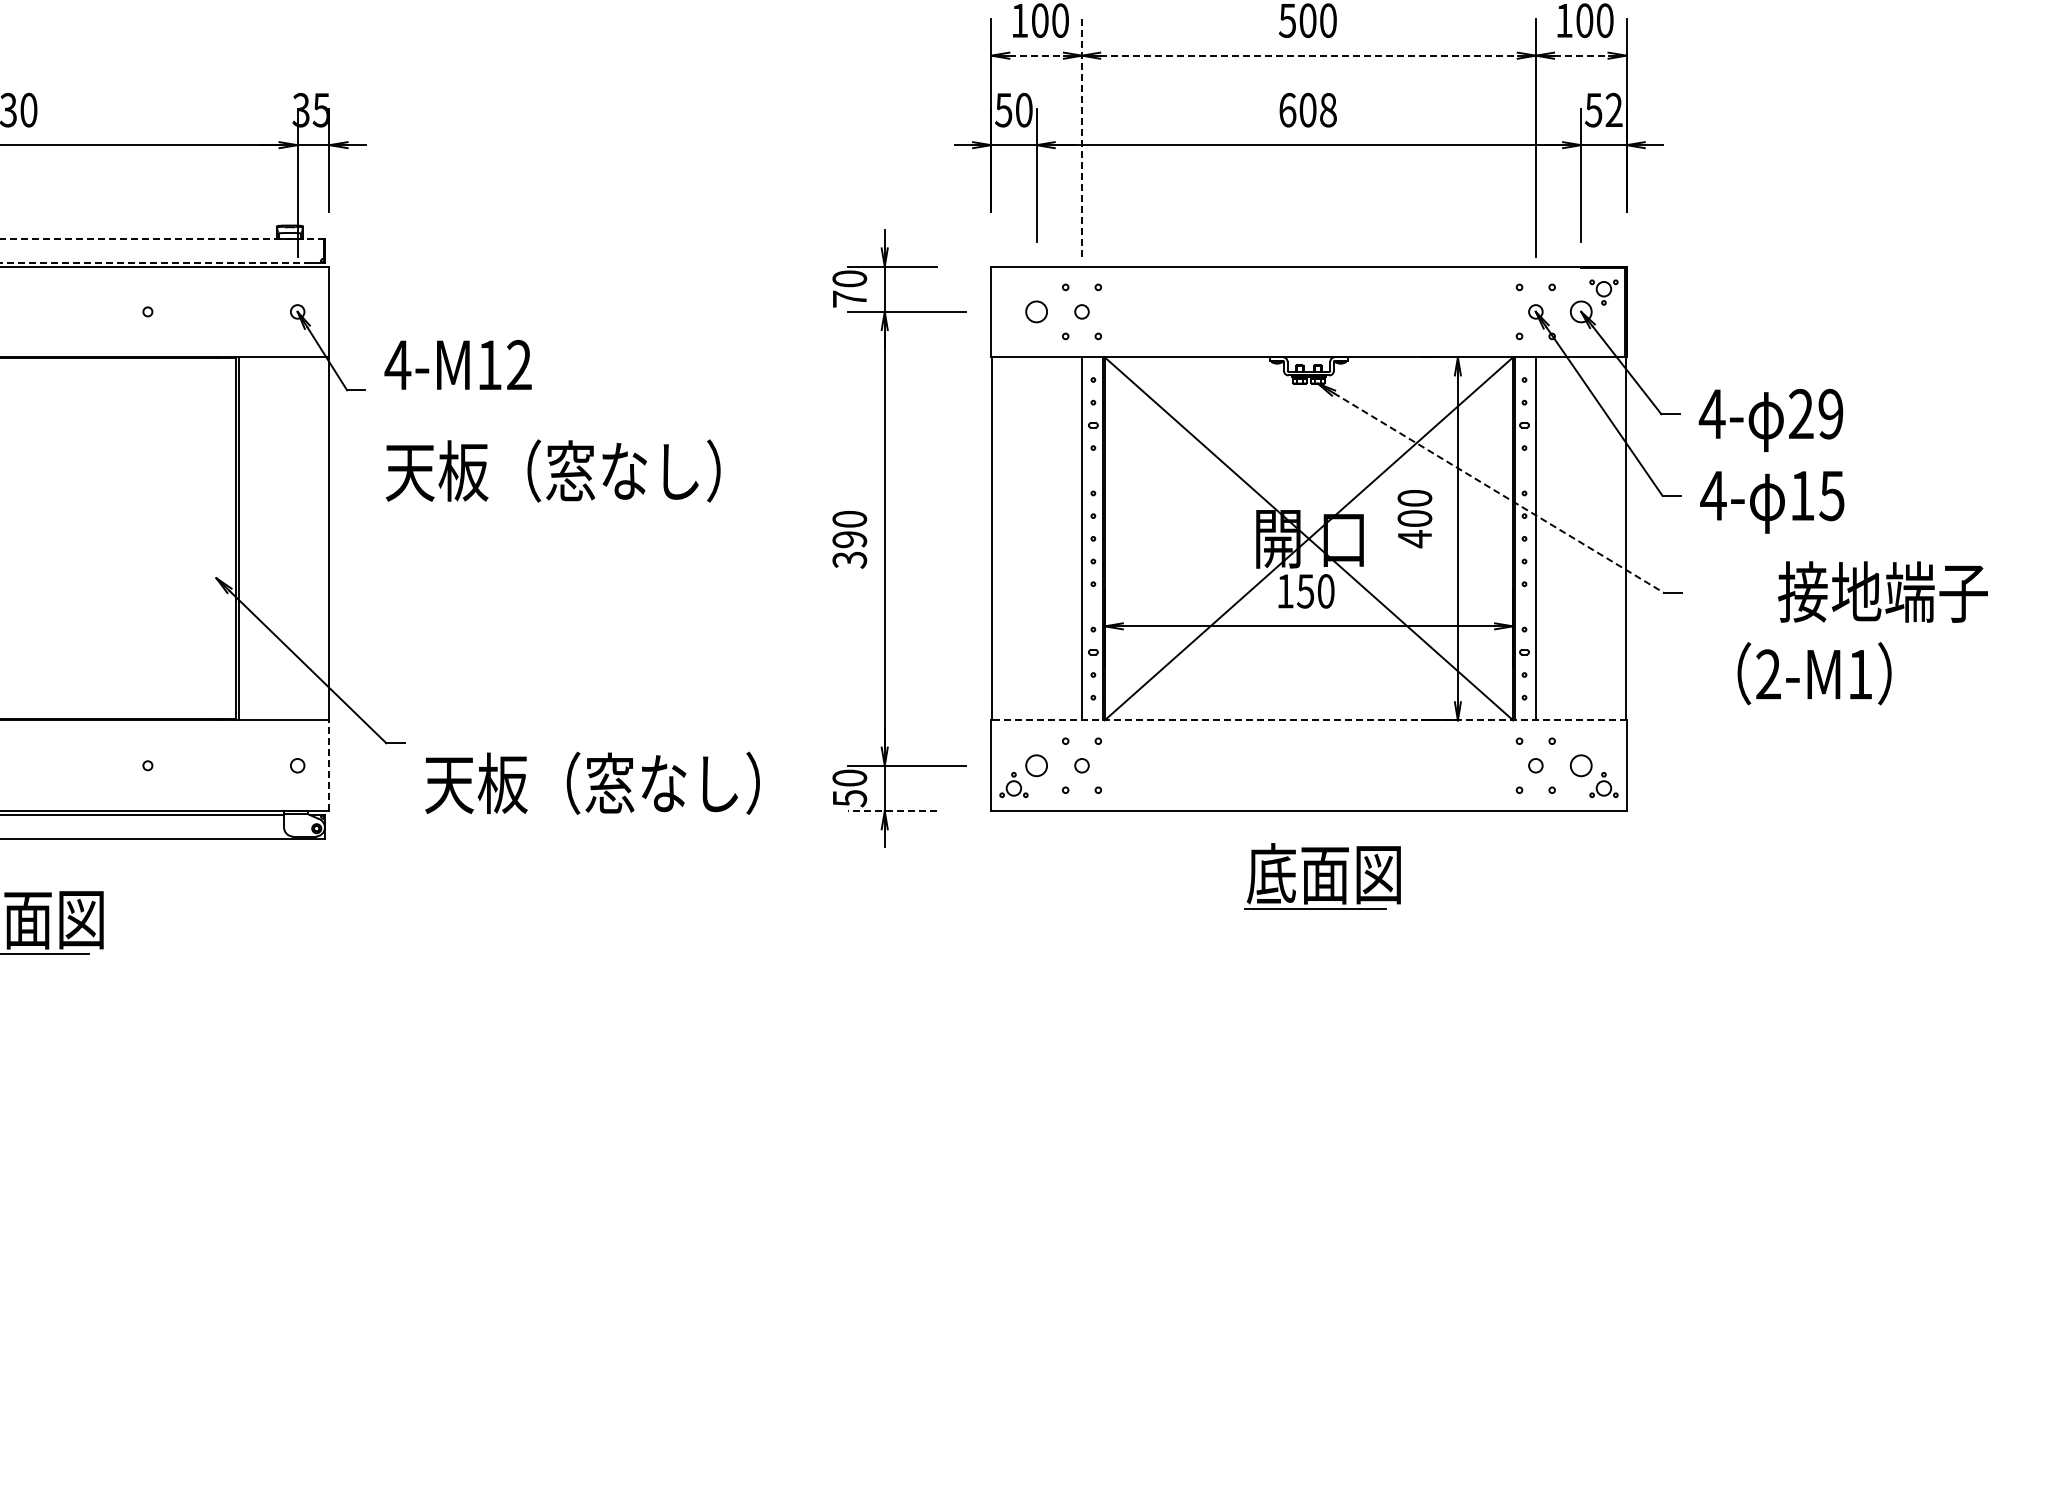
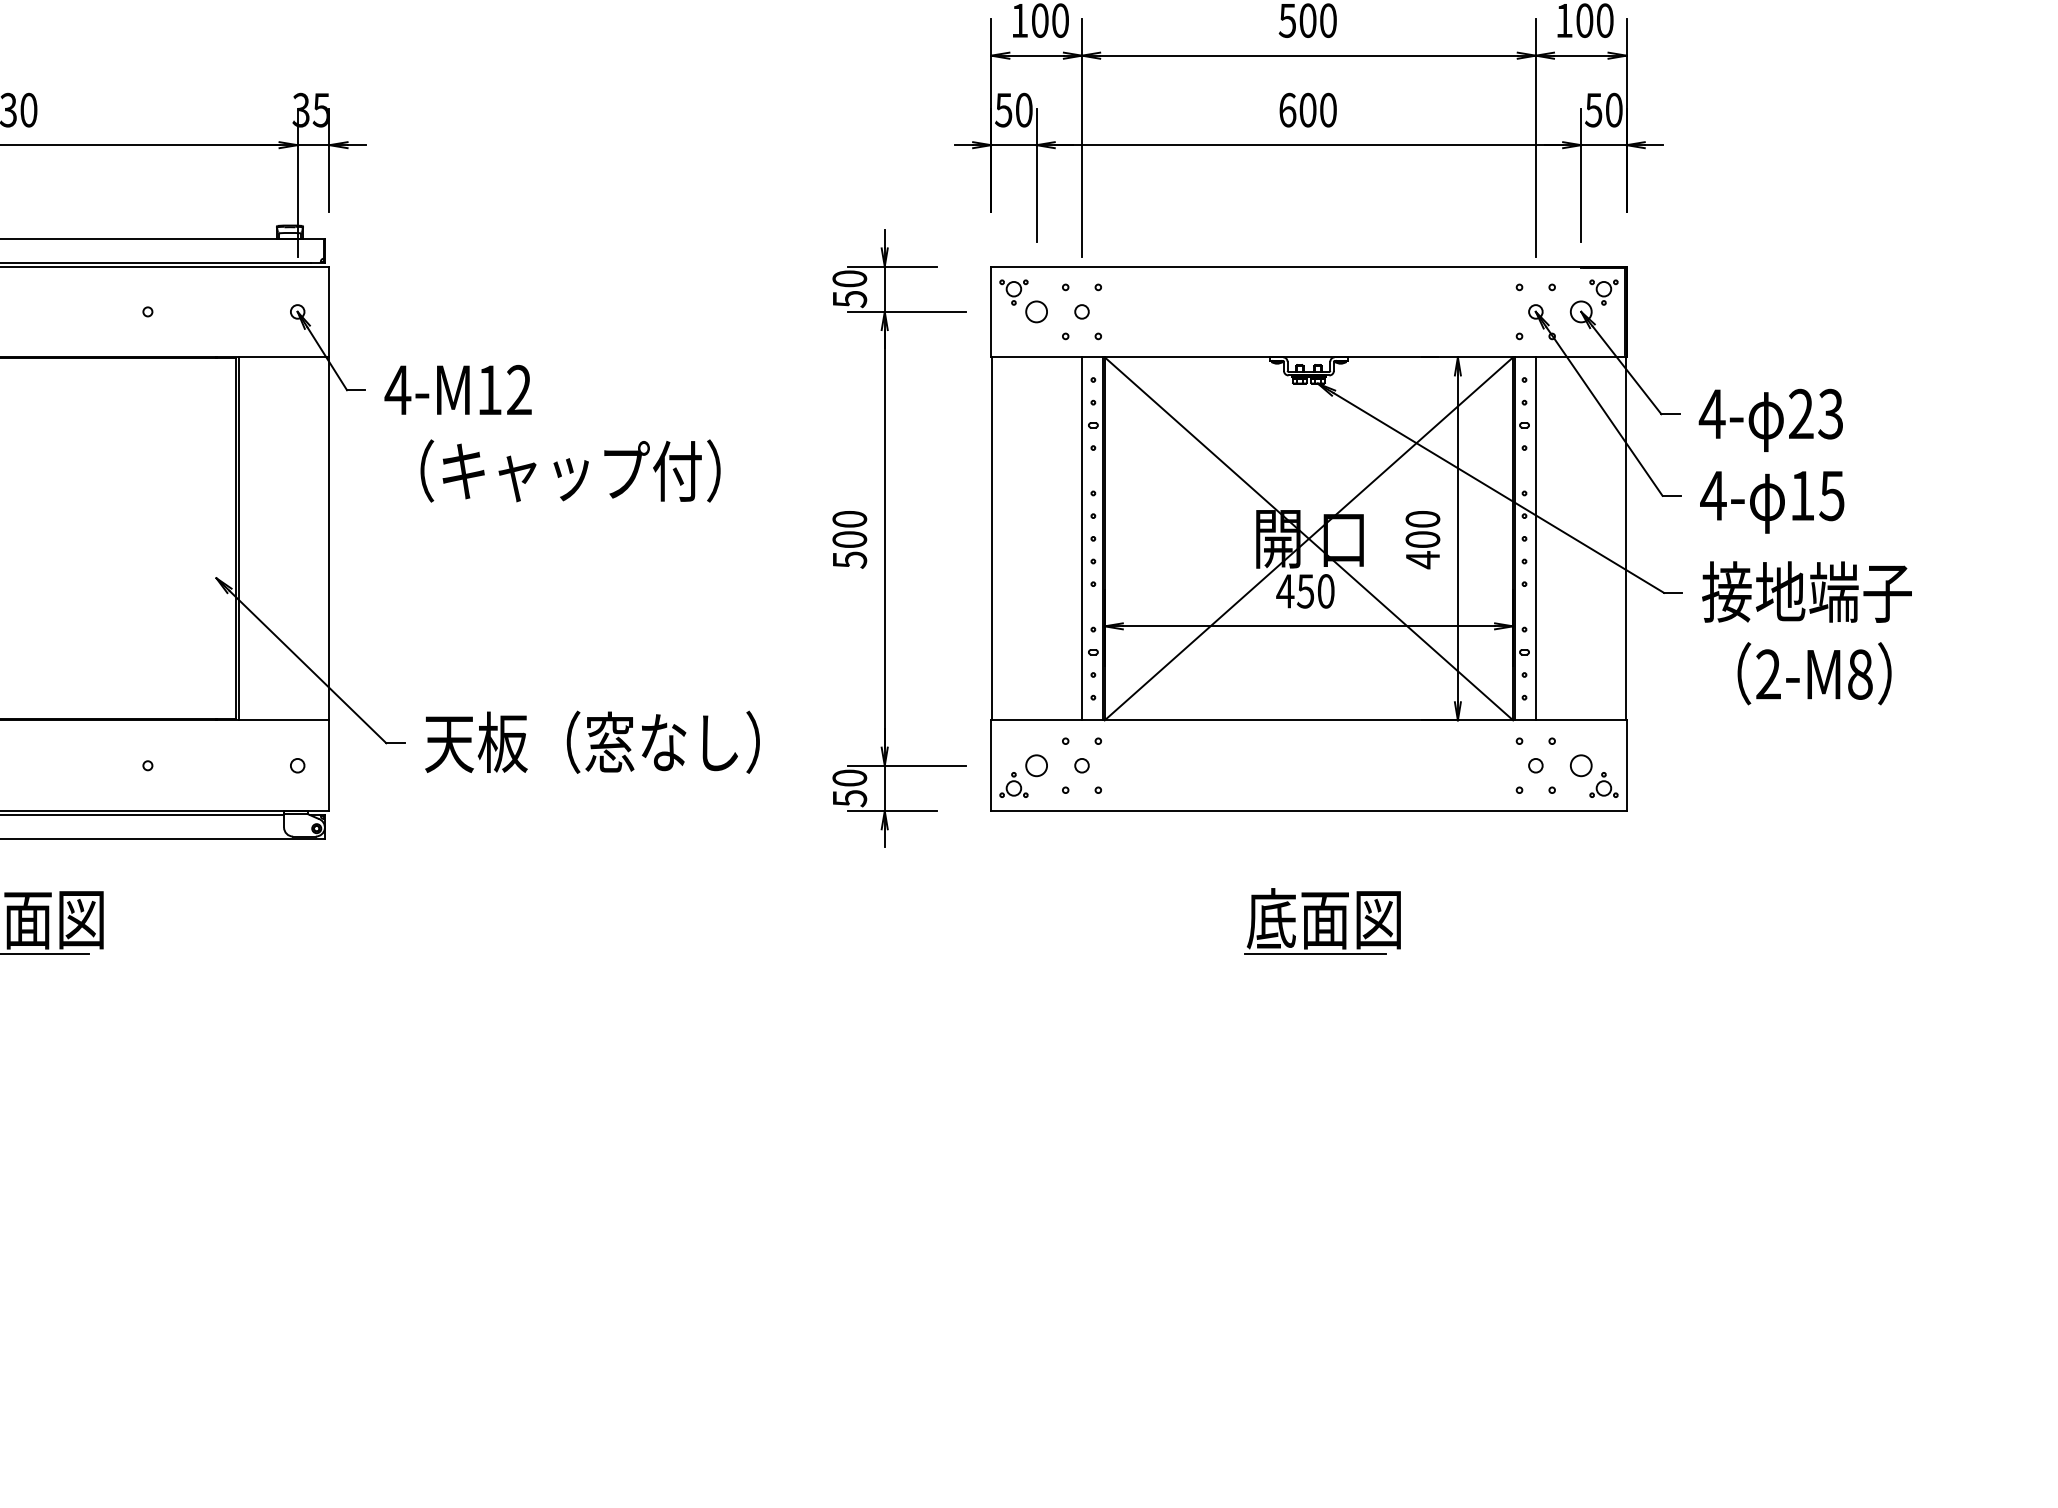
line at (1037, 55): dashed -> solid
line at (1308, 55): dashed -> solid
line at (1581, 55): dashed -> solid
text at (1328, 109): 608 -> 600
text at (1613, 109): 52 -> 50
line at (1082, 137): dashed -> solid
line at (162, 239): dashed -> solid
line at (155, 262): dashed -> solid
part at (1013, 292): none -> present
text at (850, 299): 70 -> 50
text at (457, 364) position: (457, 364) -> (457, 389)
text at (1830, 414): 29 -> 23
text at (543, 470): 天板（窓なし） -> （キャップ付）
line at (1499, 493): dashed -> solid
text at (1414, 519) position: (1414, 519) -> (1422, 540)
text at (849, 549): 390 -> 500
text at (1285, 591): 150 -> 450
text at (1882, 591) position: (1882, 591) -> (1806, 591)
text at (1860, 674): 2-M1 -> 2-M8
line at (1308, 720): dashed -> solid
line at (329, 765): dashed -> solid
text at (592, 782) position: (592, 782) -> (592, 741)
line at (892, 811): dashed -> solid
part at (1322, 876) position: (1322, 876) -> (1322, 921)
